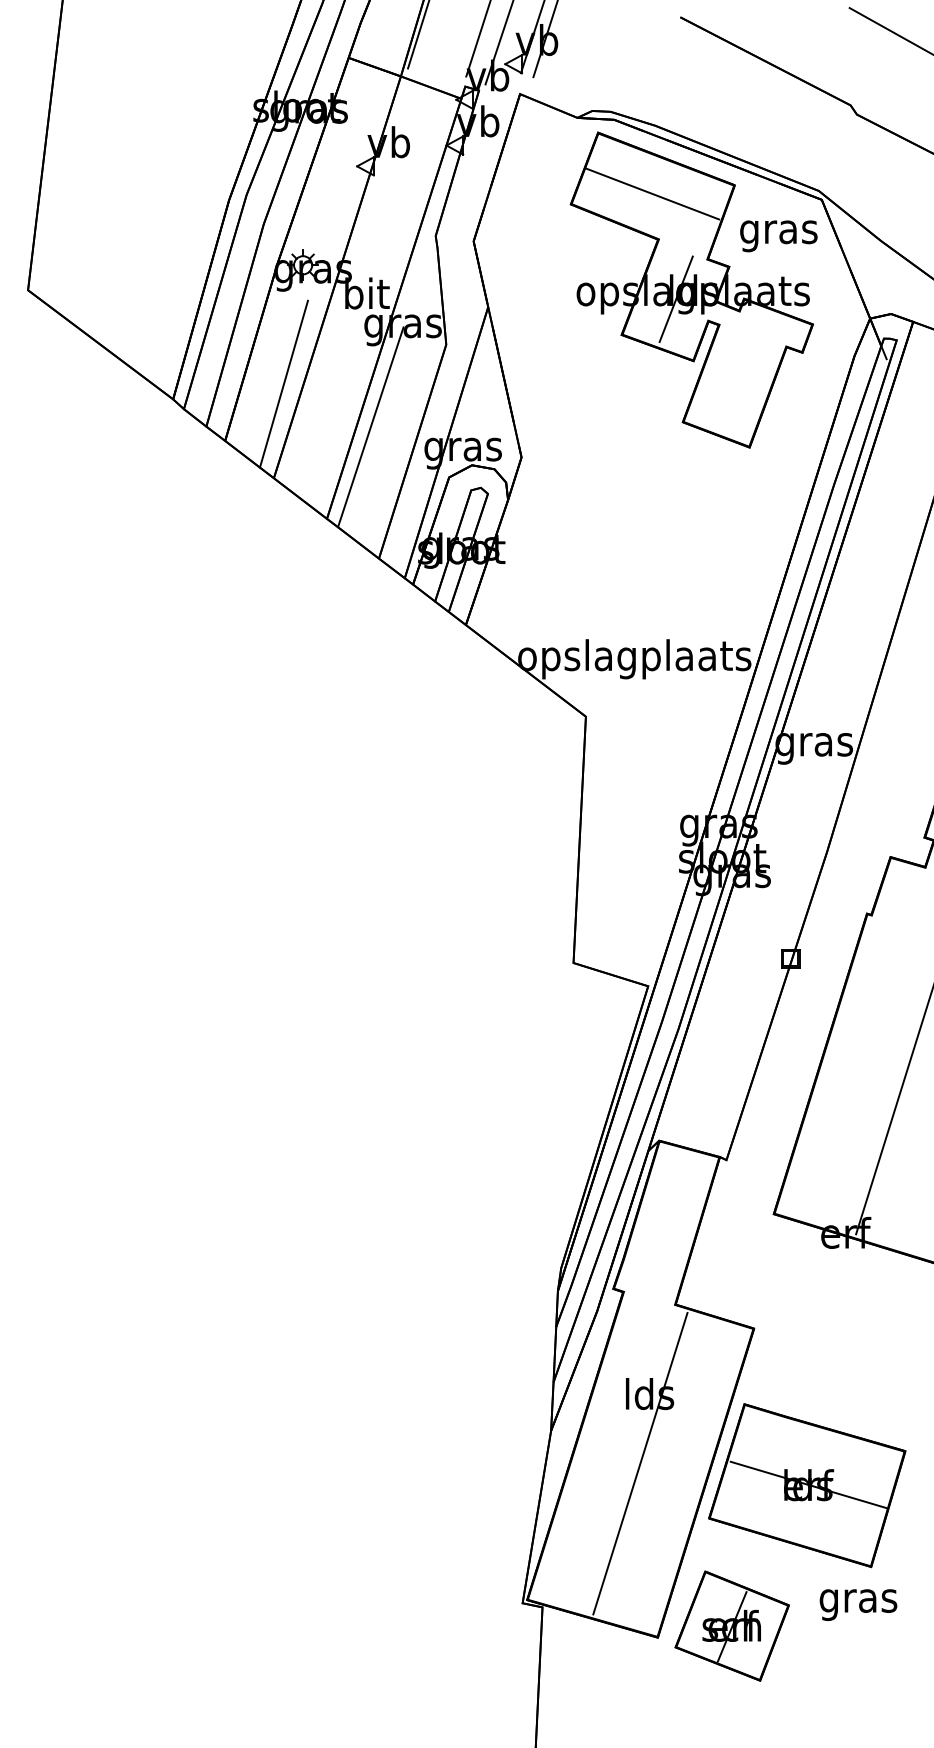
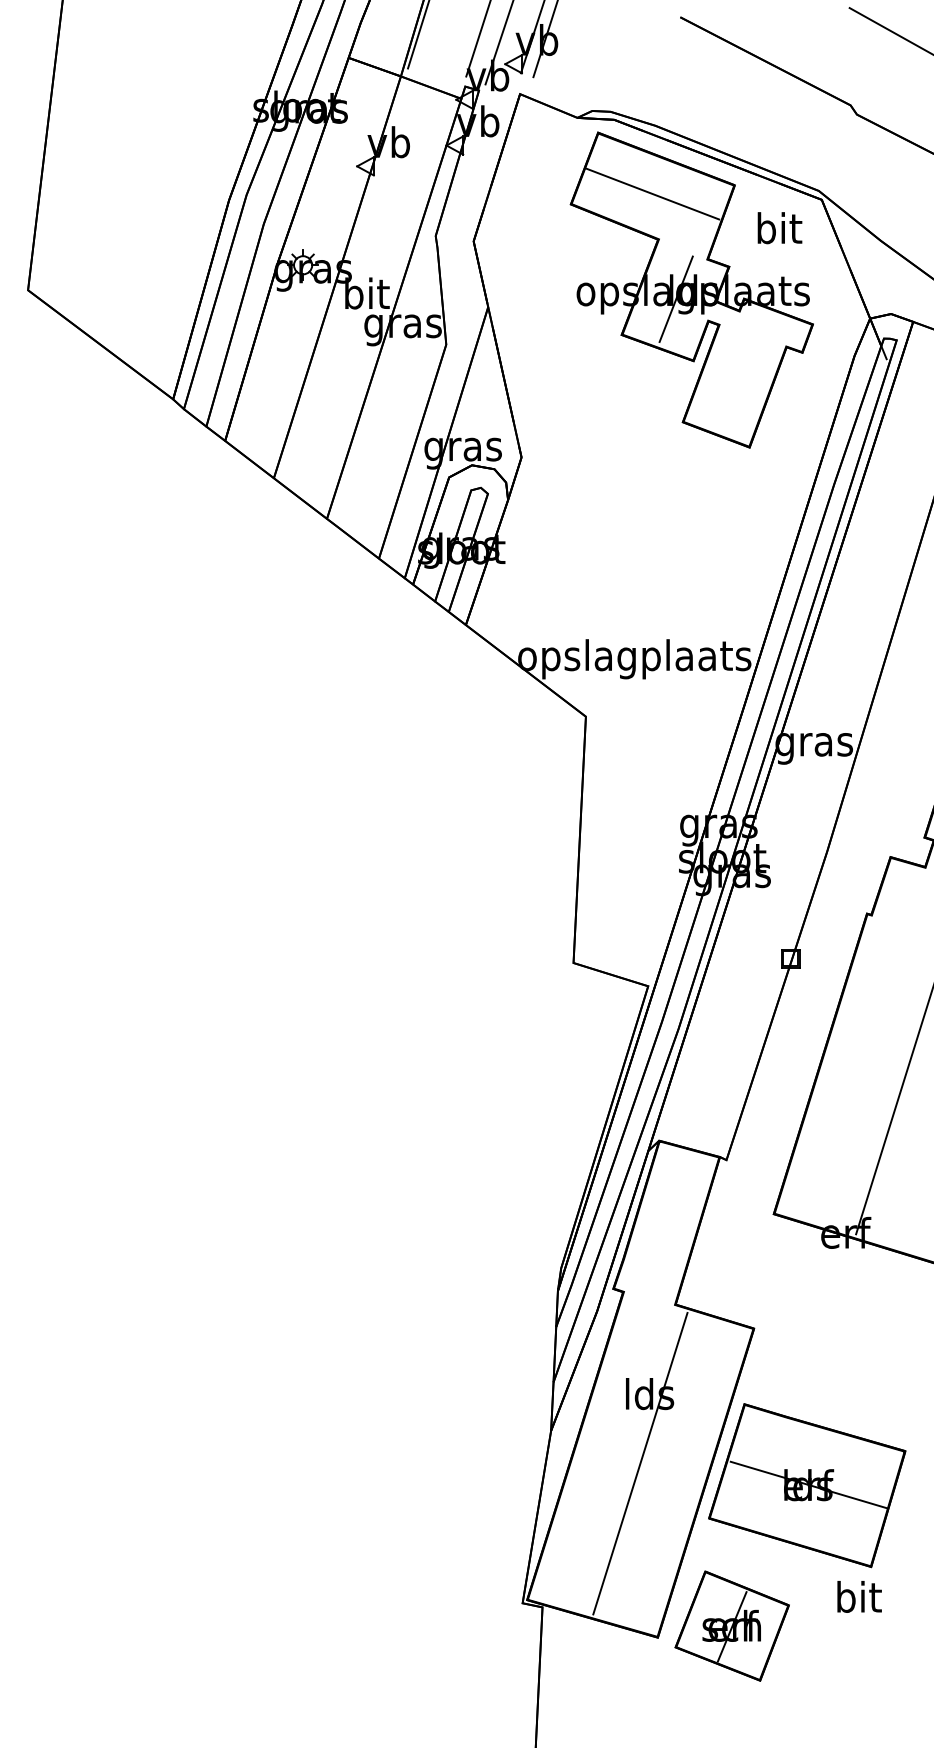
text at (778, 232): gras -> bit
line at (283, 383): present -> none
line at (370, 427): present -> none
text at (858, 1601): gras -> bit
